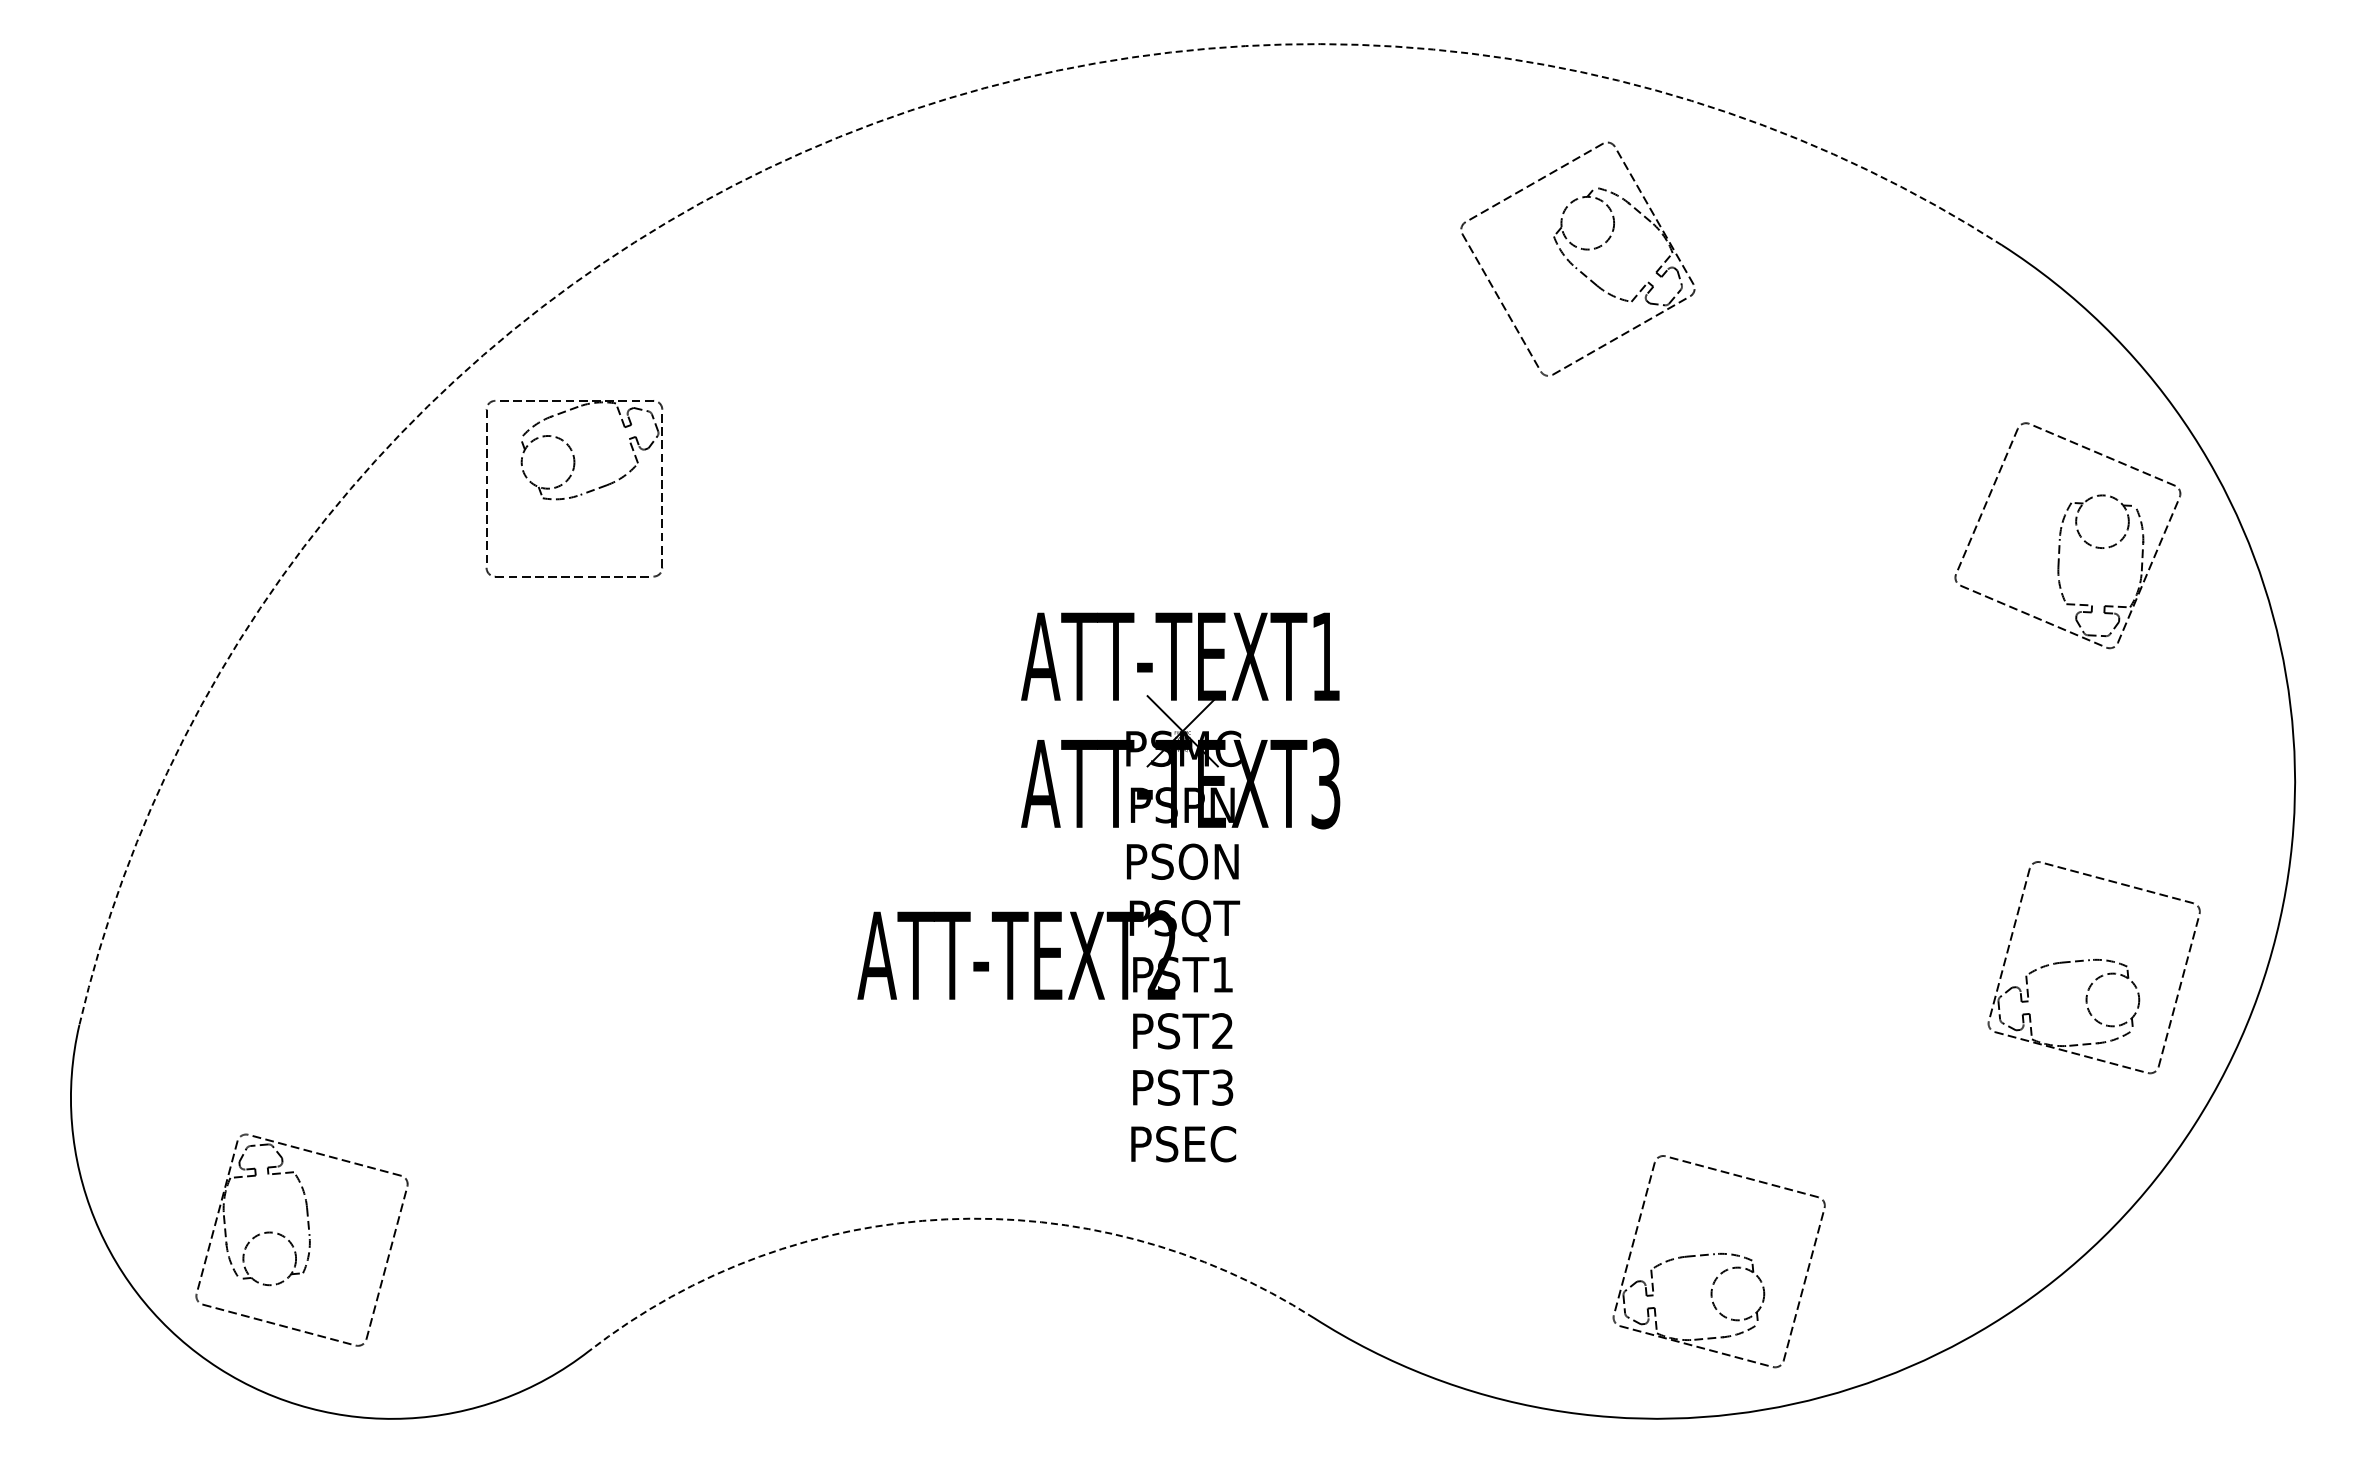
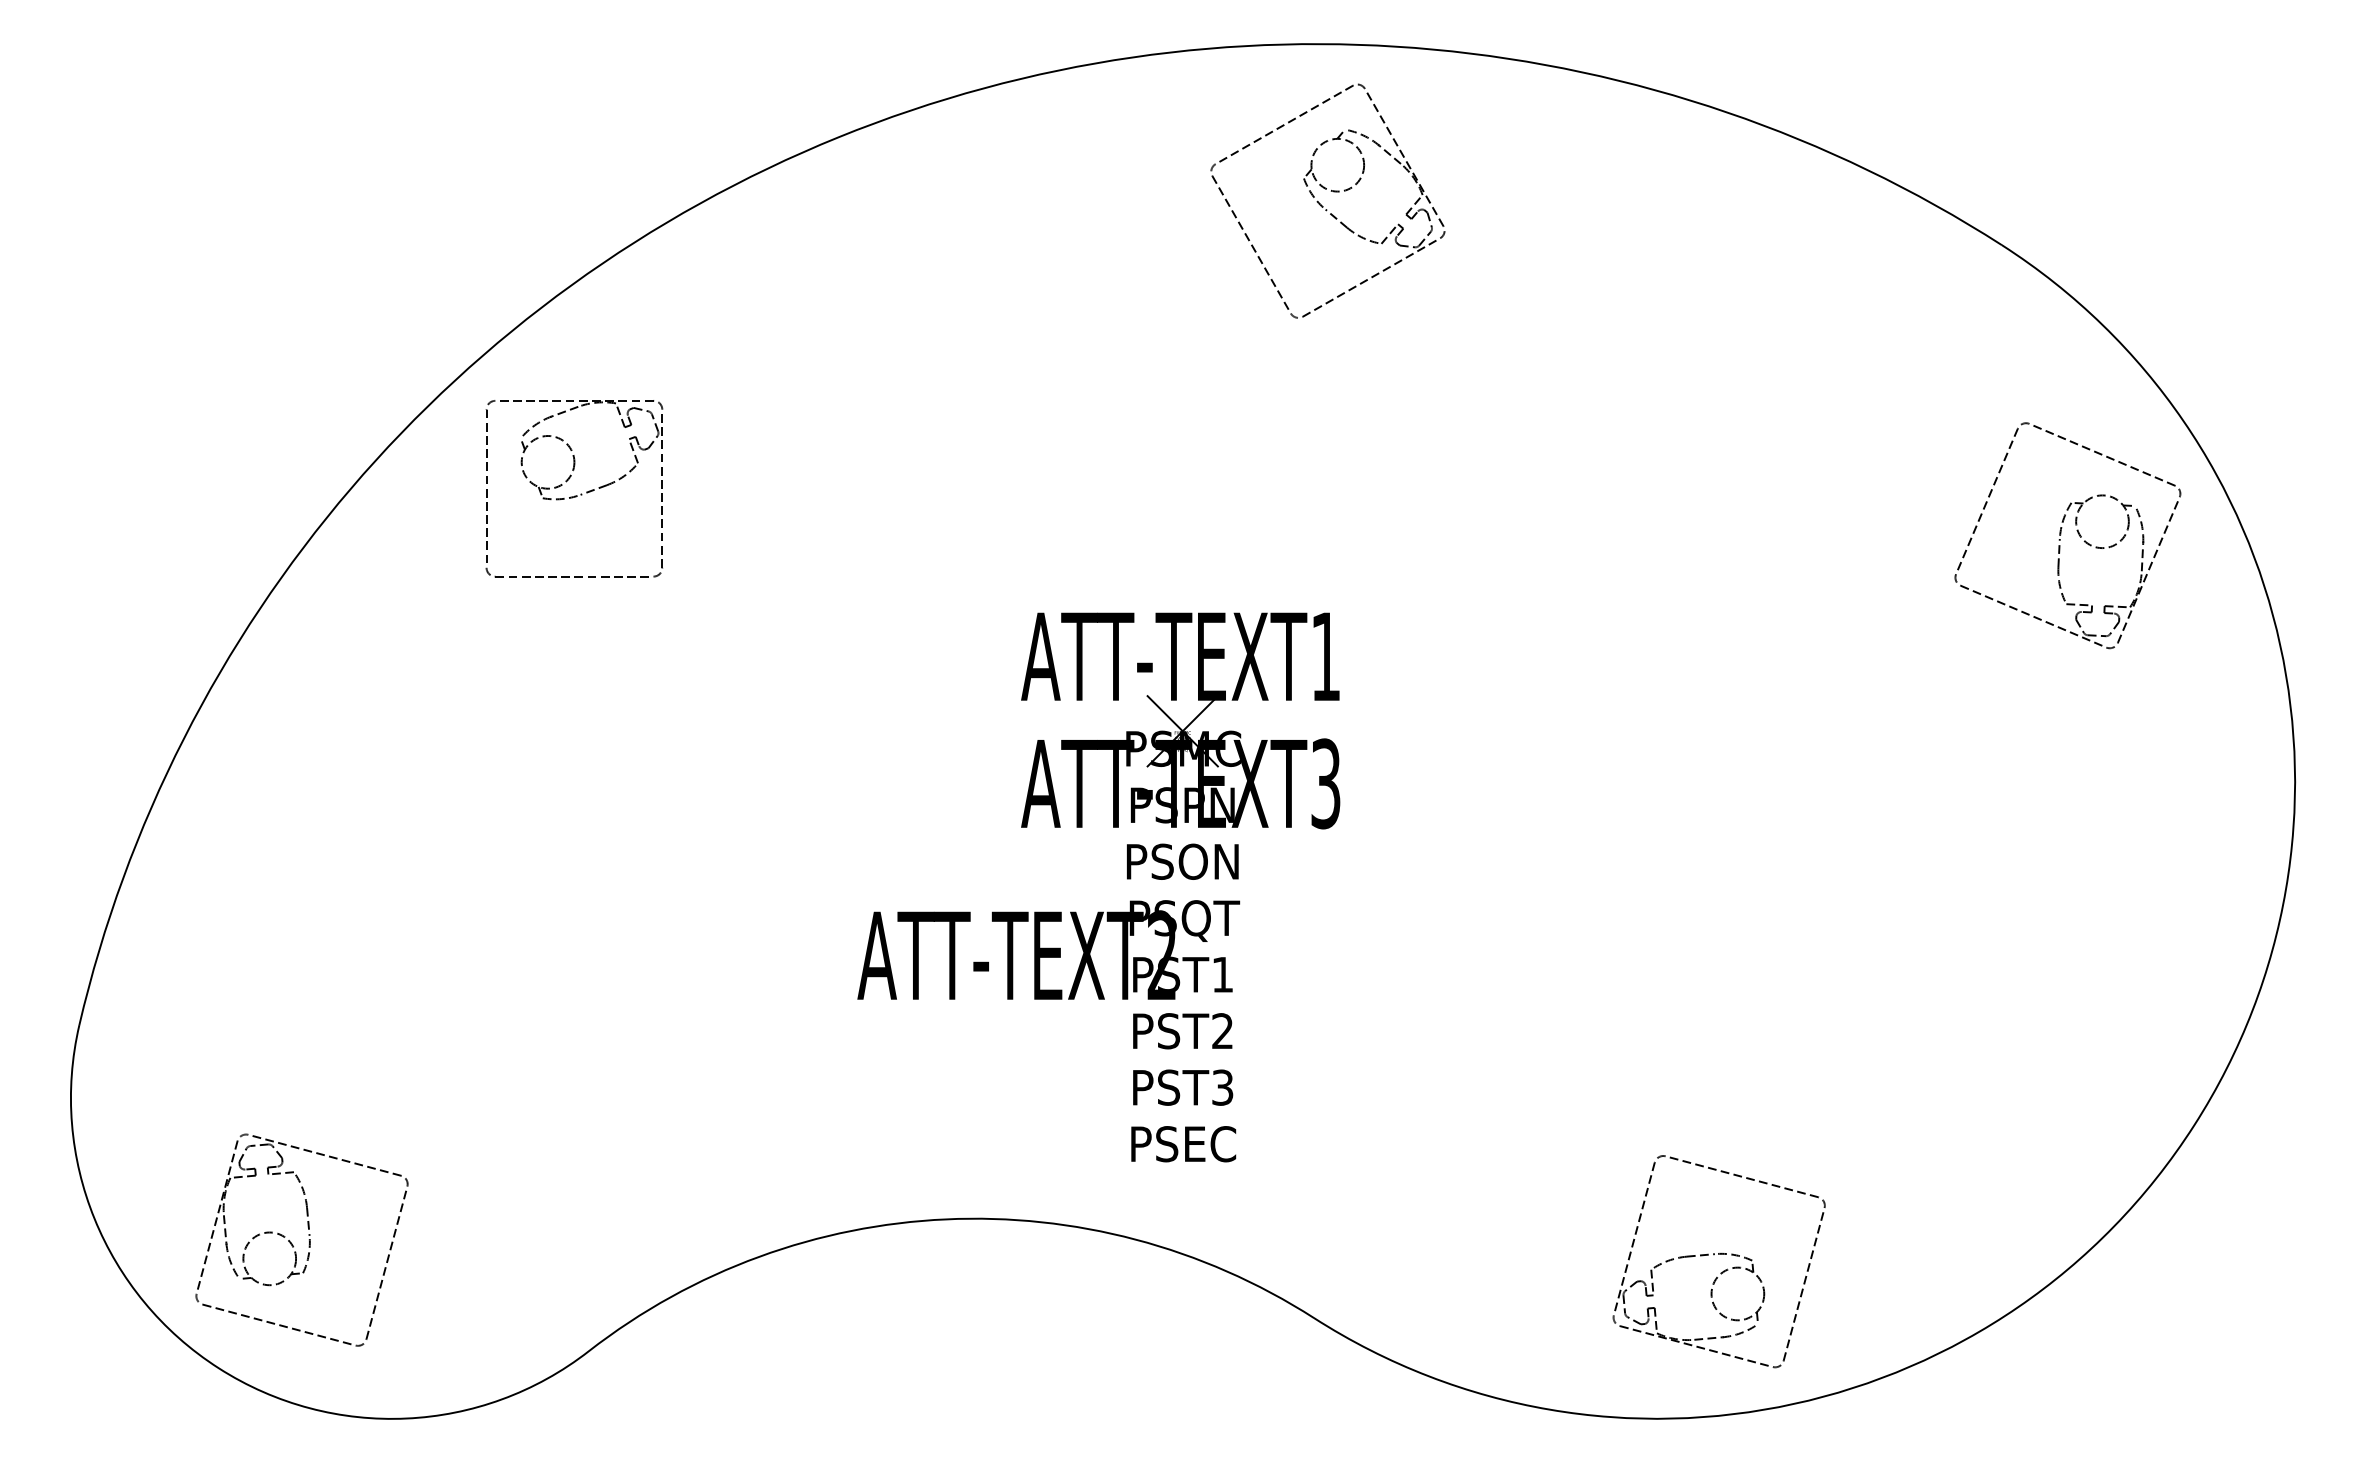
arc at (838, 137): dashed -> solid
part at (1572, 263) position: (1572, 263) -> (1322, 205)
part at (2093, 960): present -> none
arc at (946, 1219): dashed -> solid
